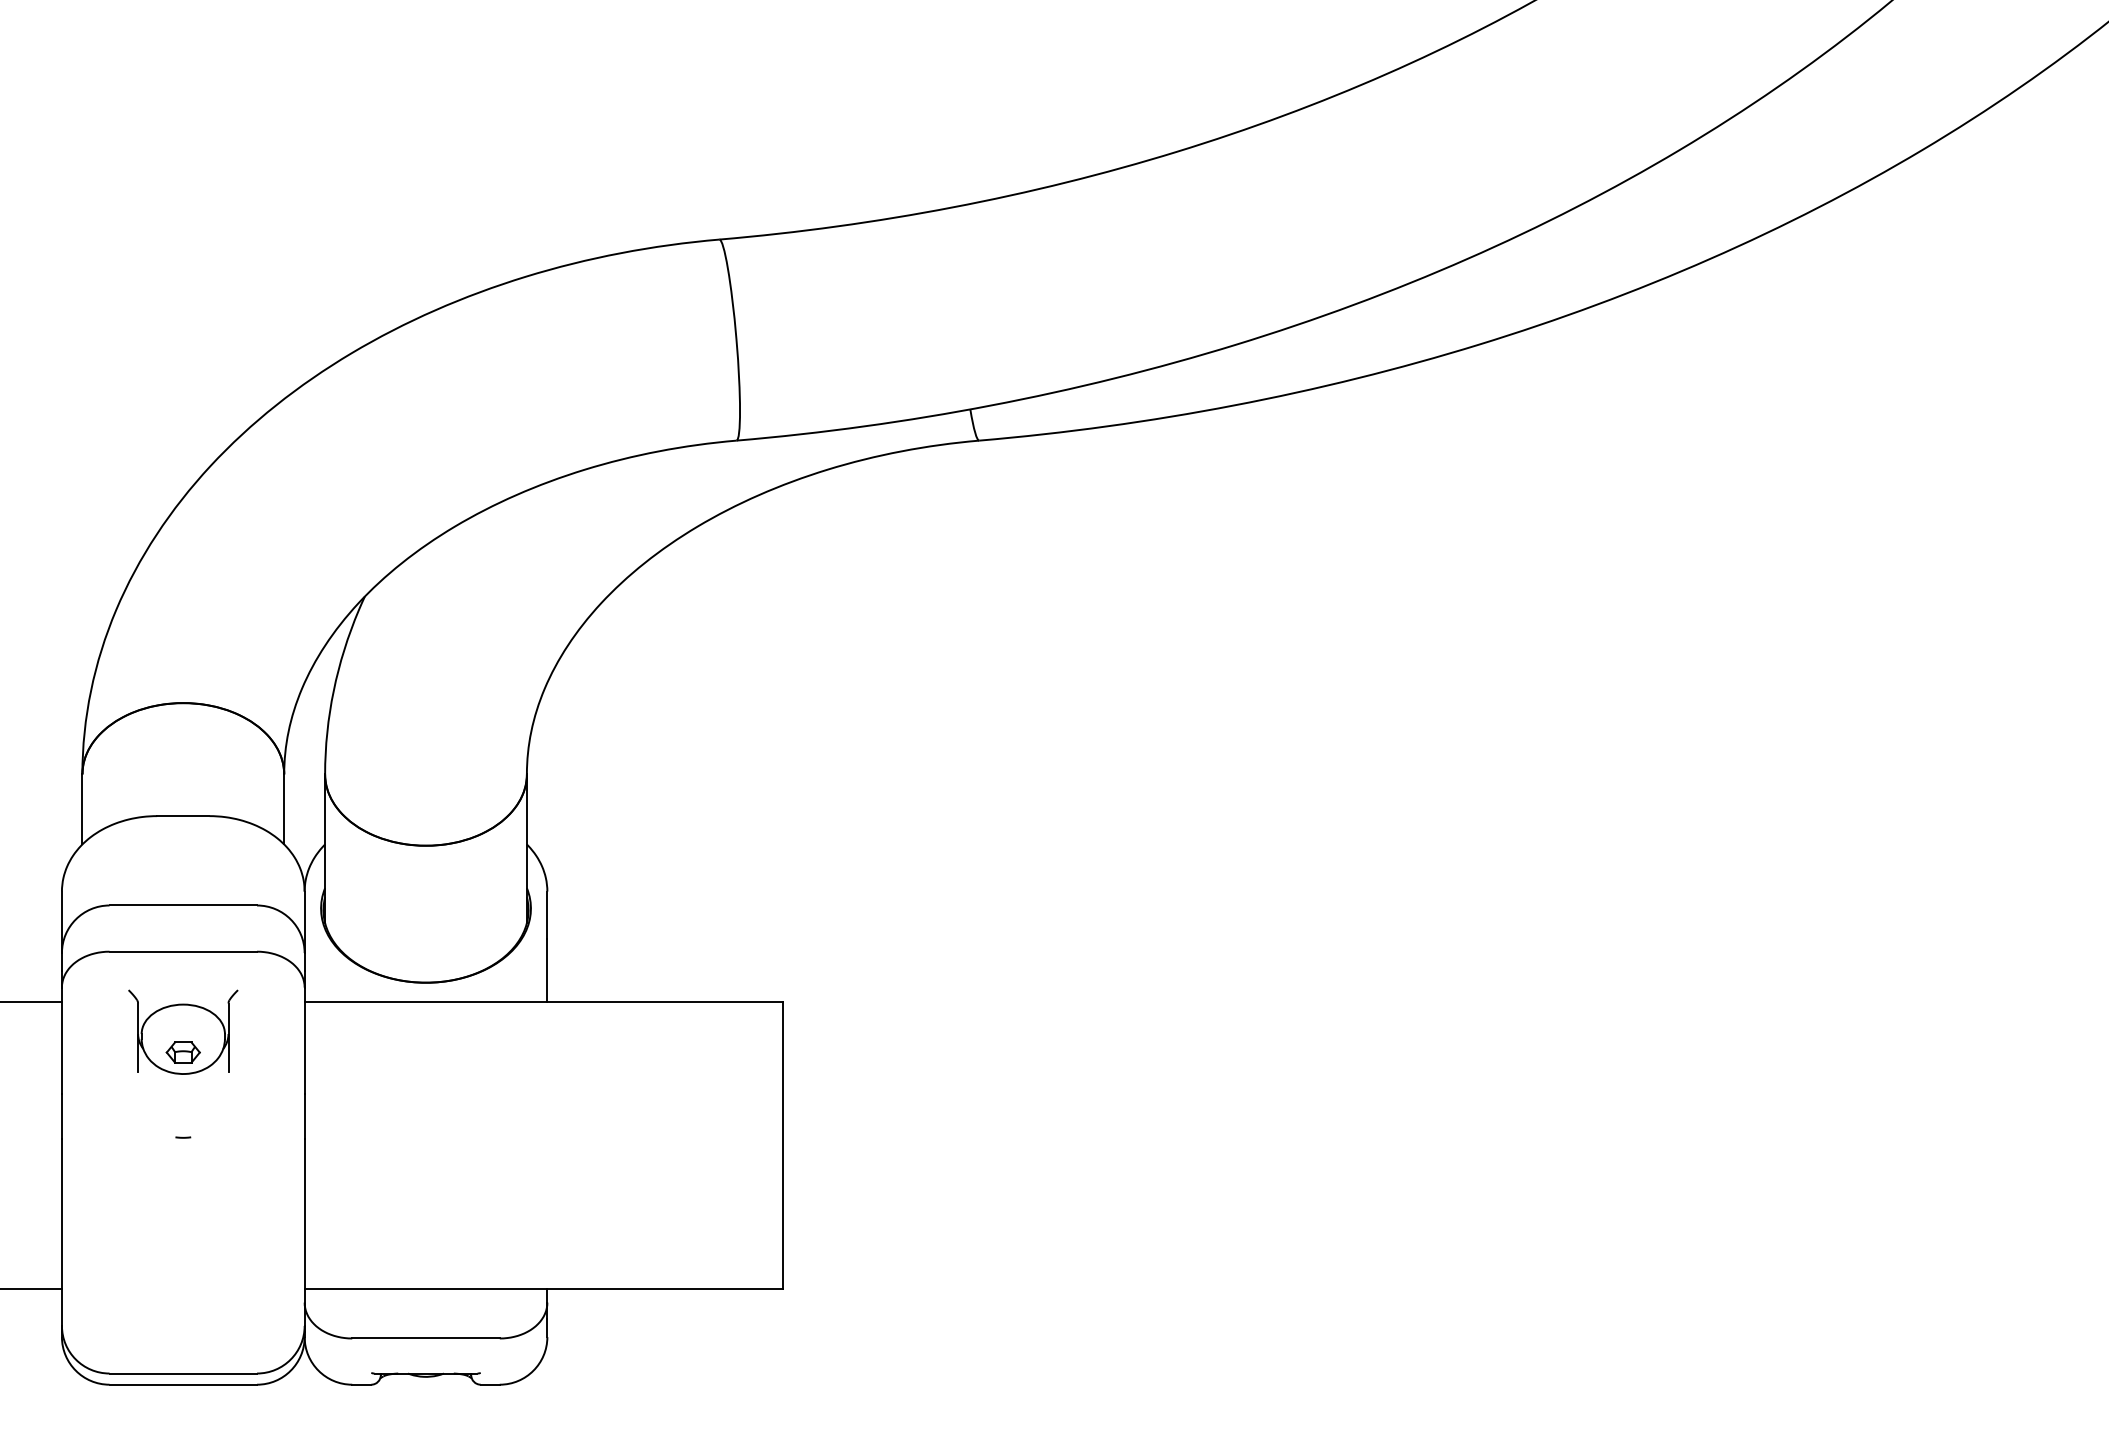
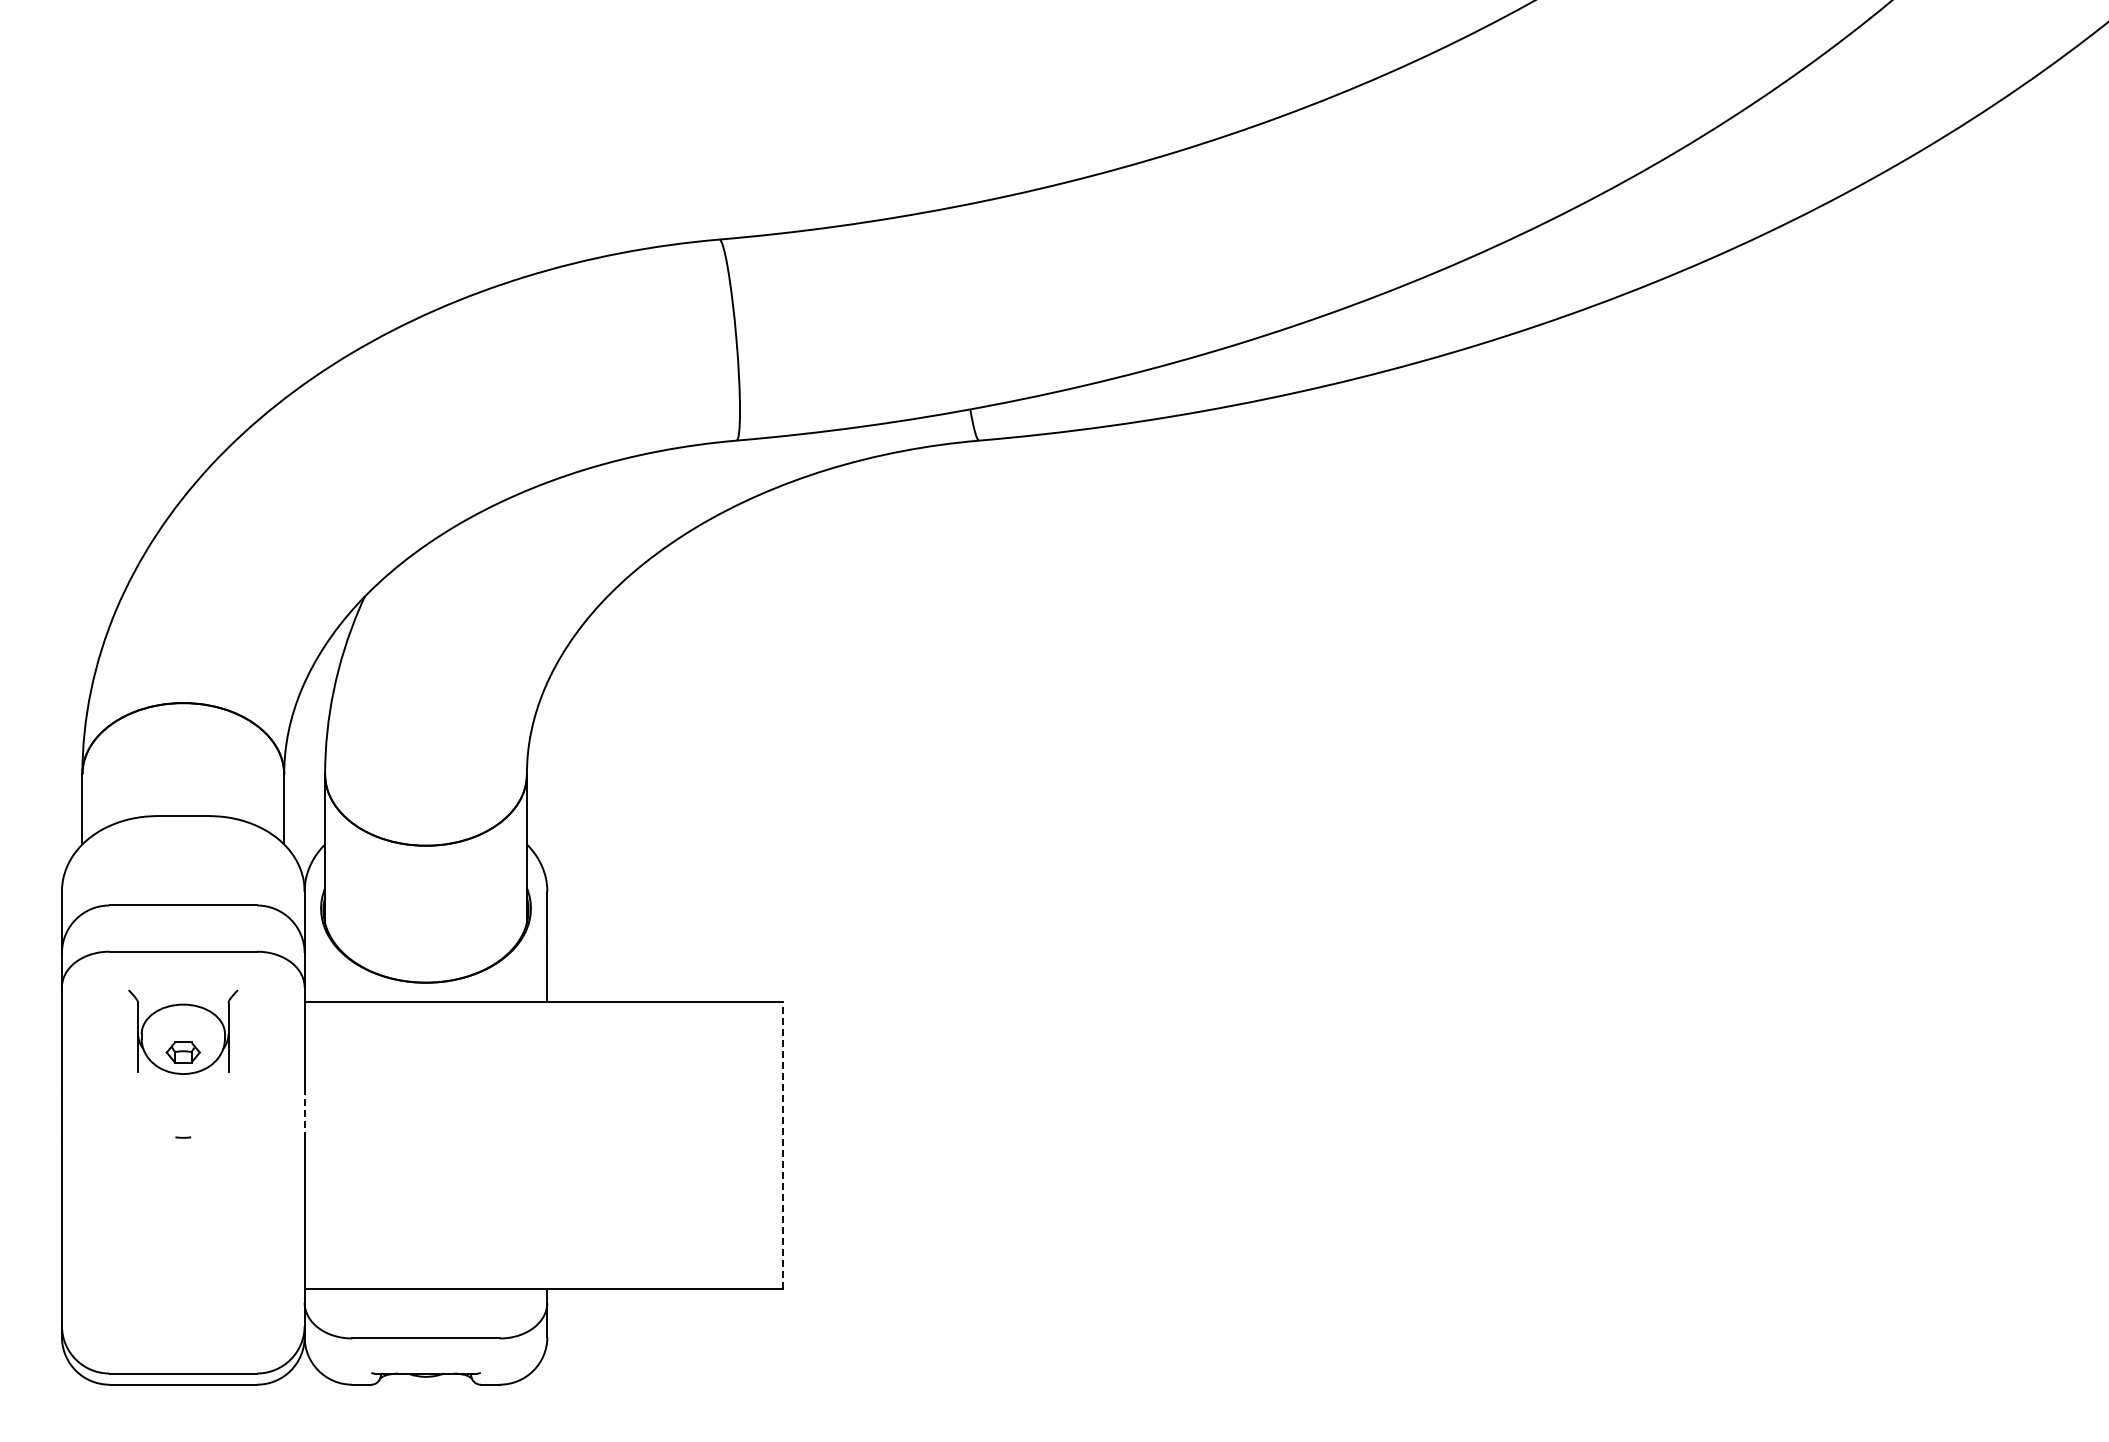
line at (31, 1001): present -> none
line at (304, 1116): solid -> dashed
line at (782, 1144): solid -> dashed
line at (31, 1288): present -> none
